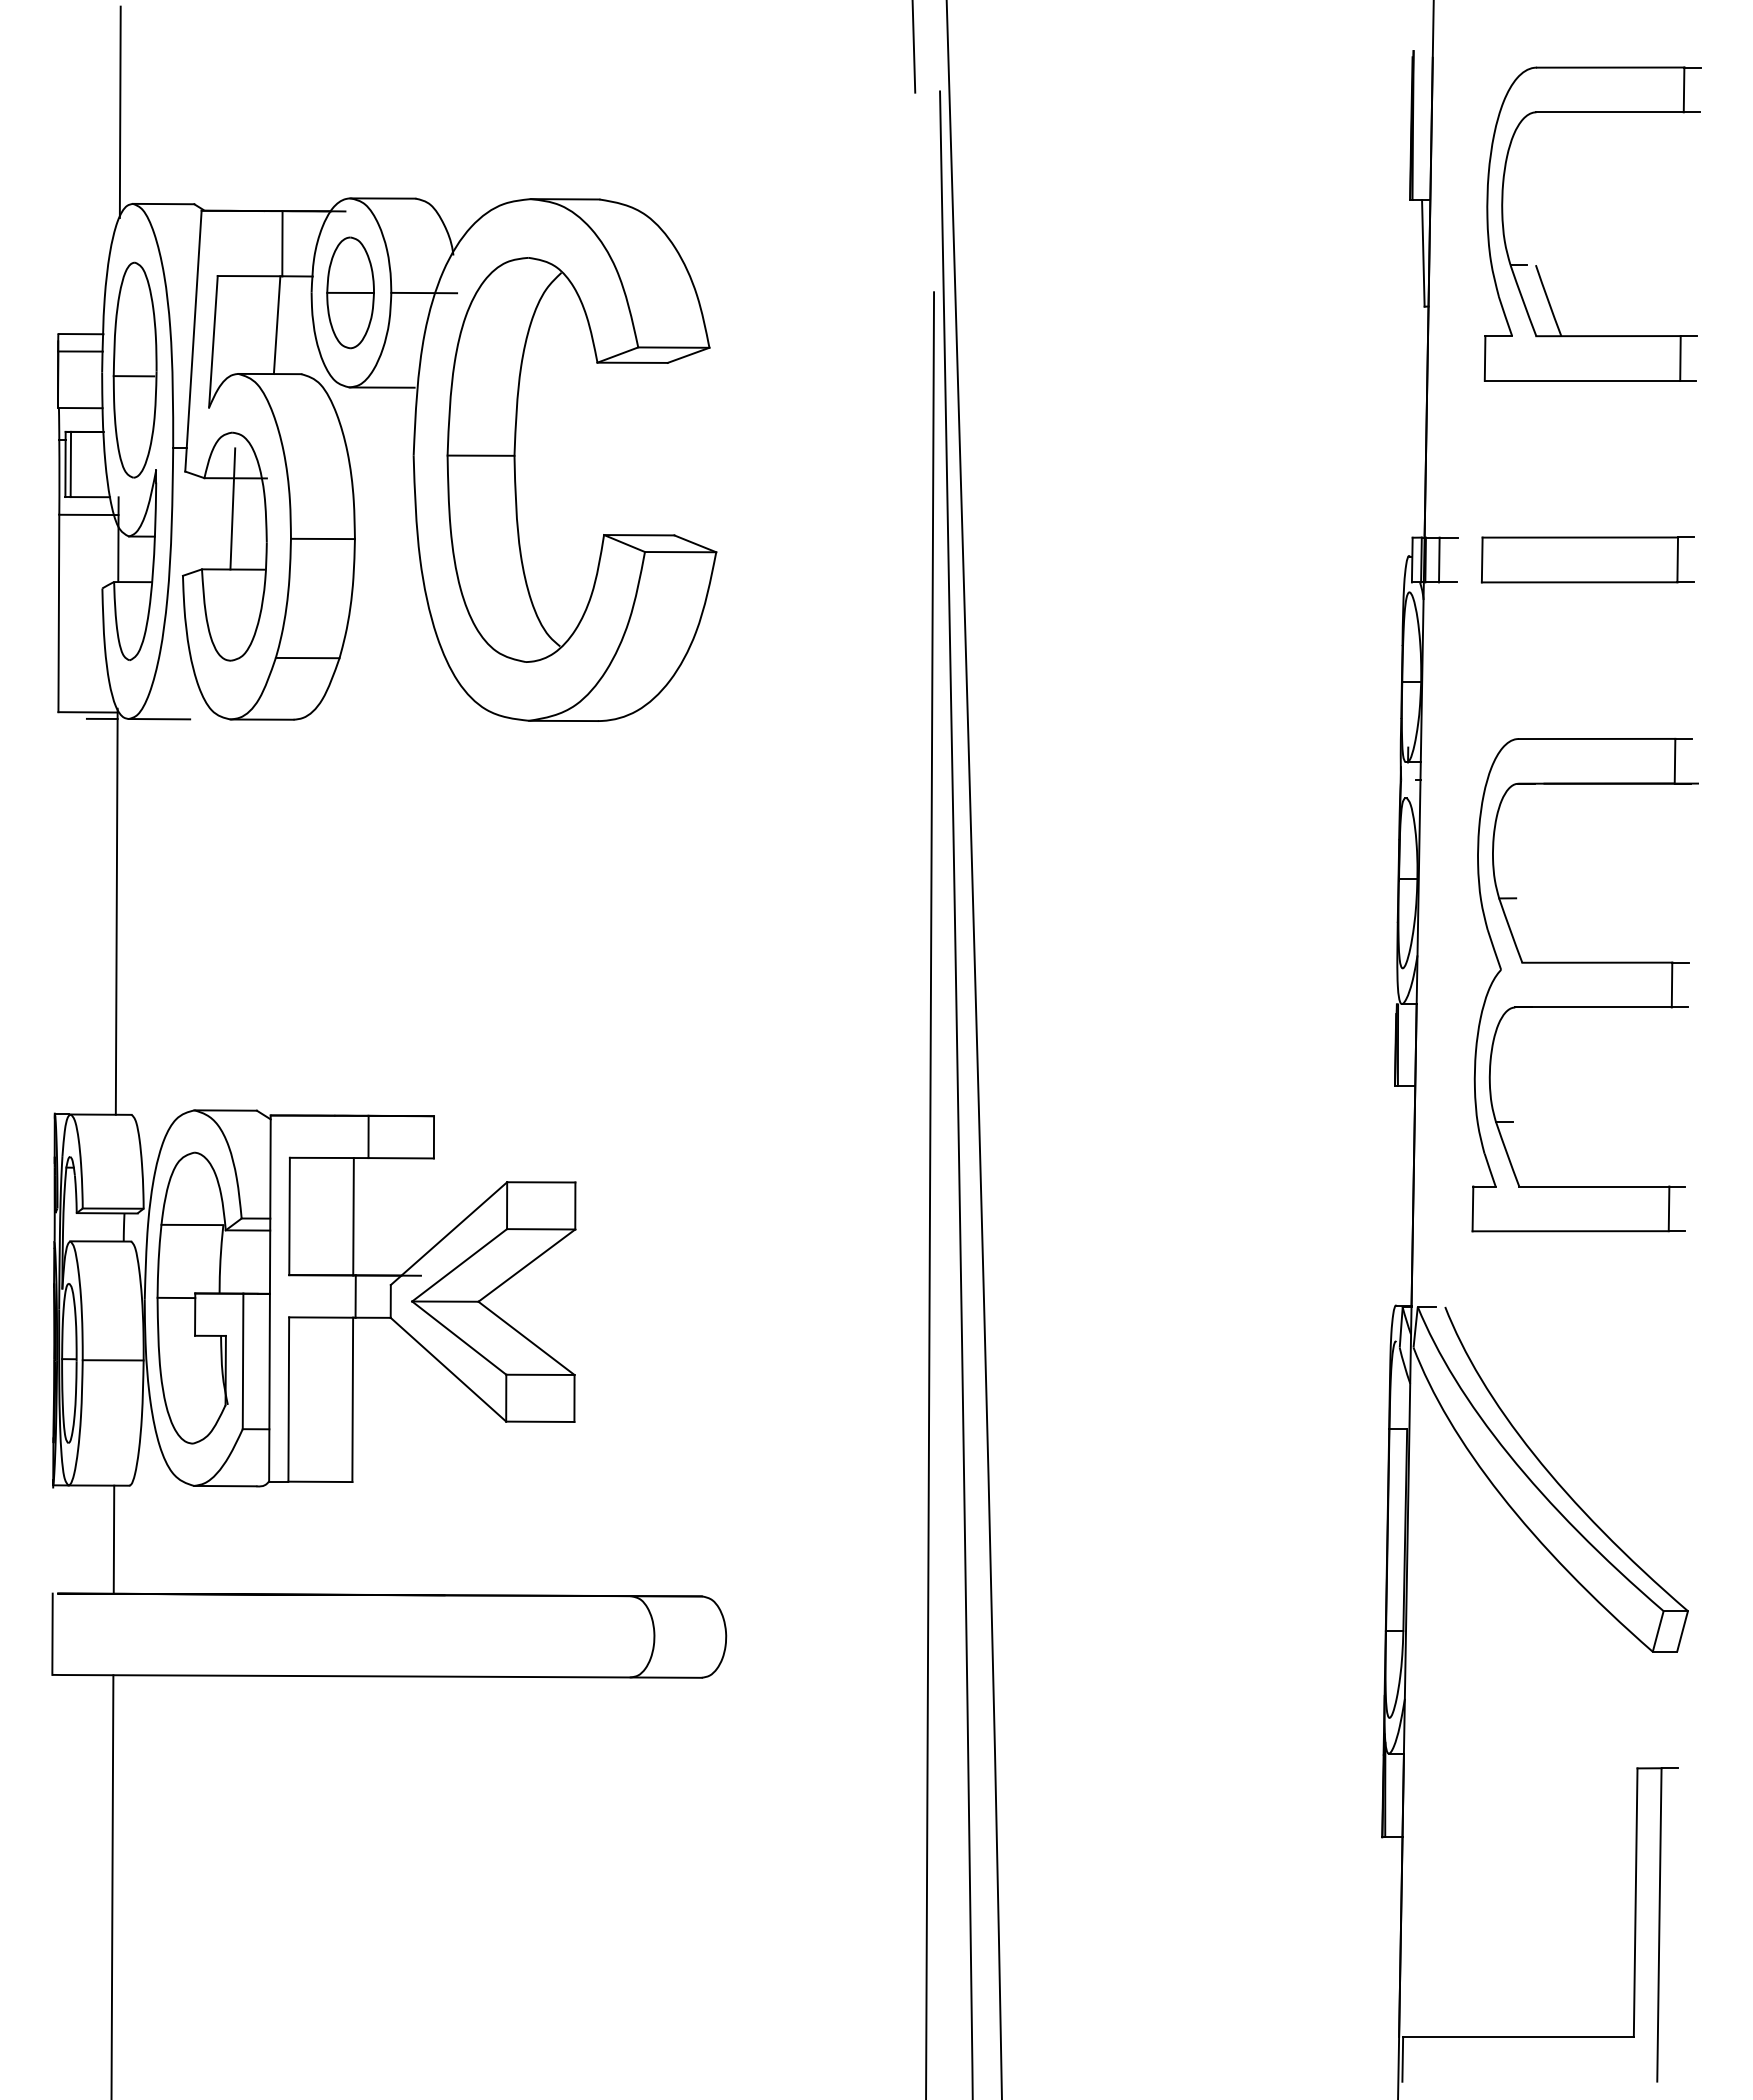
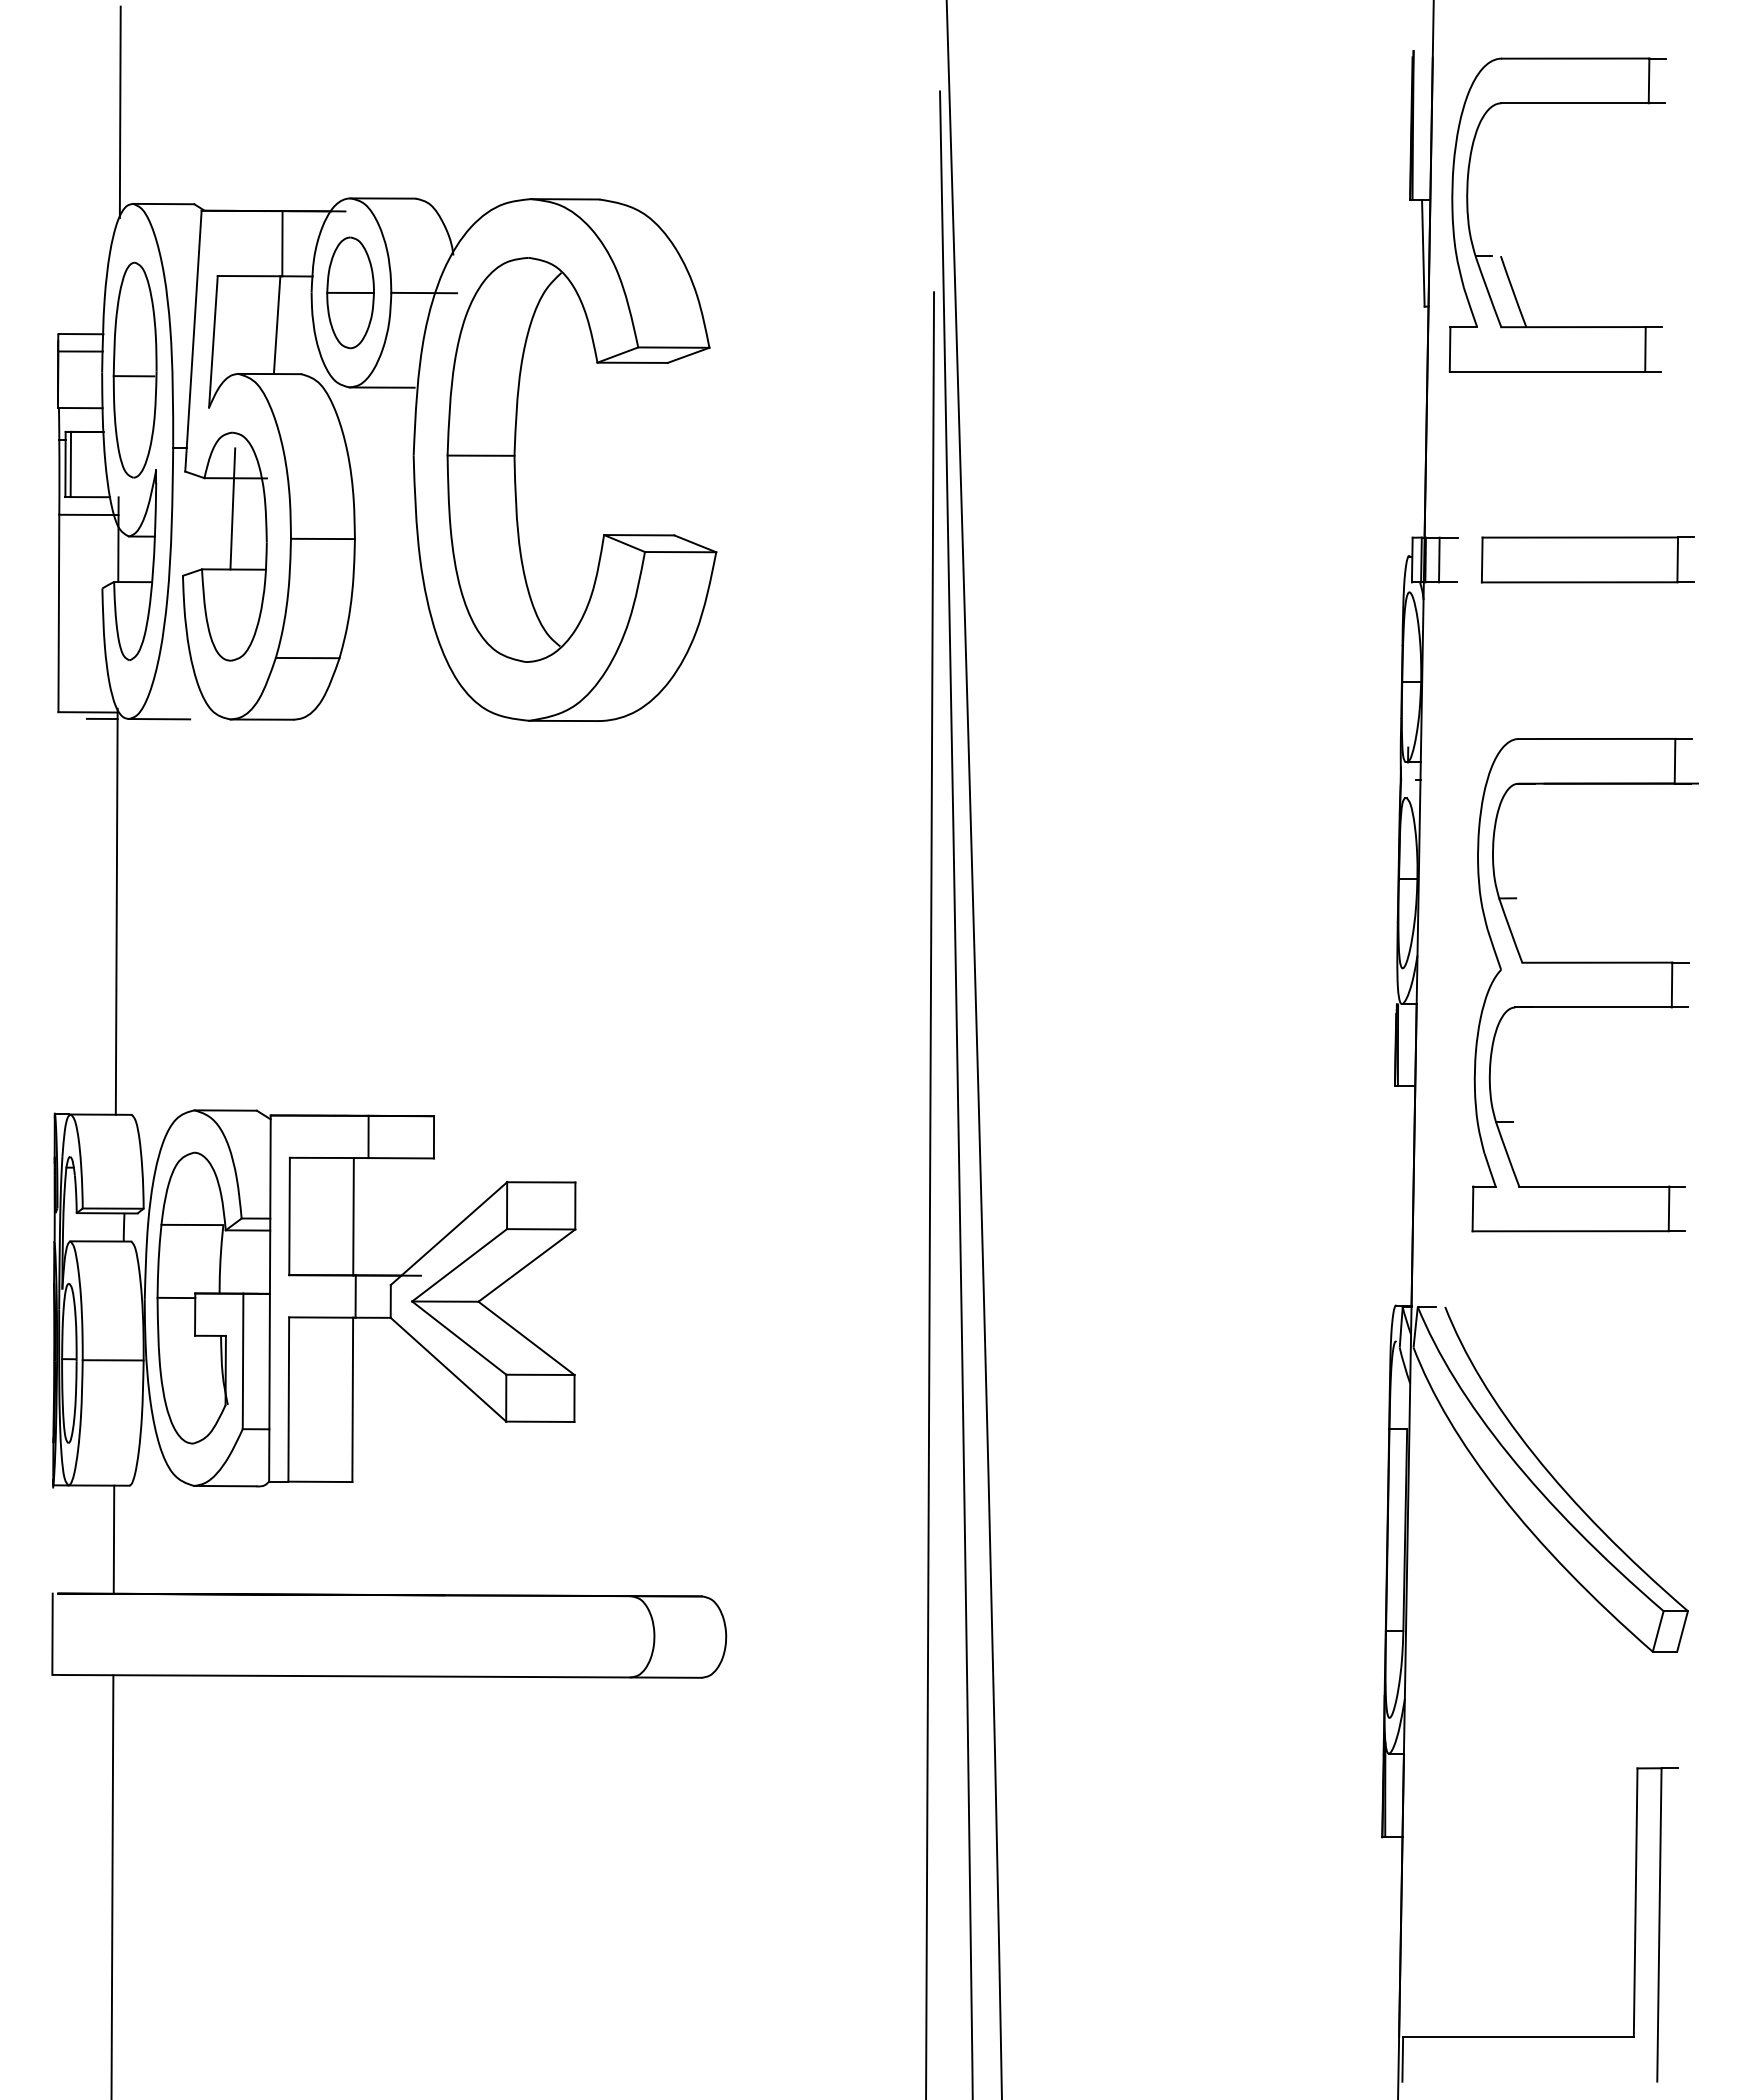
line at (913, 47): present -> none
part at (1537, 266) position: (1537, 266) -> (1502, 257)
